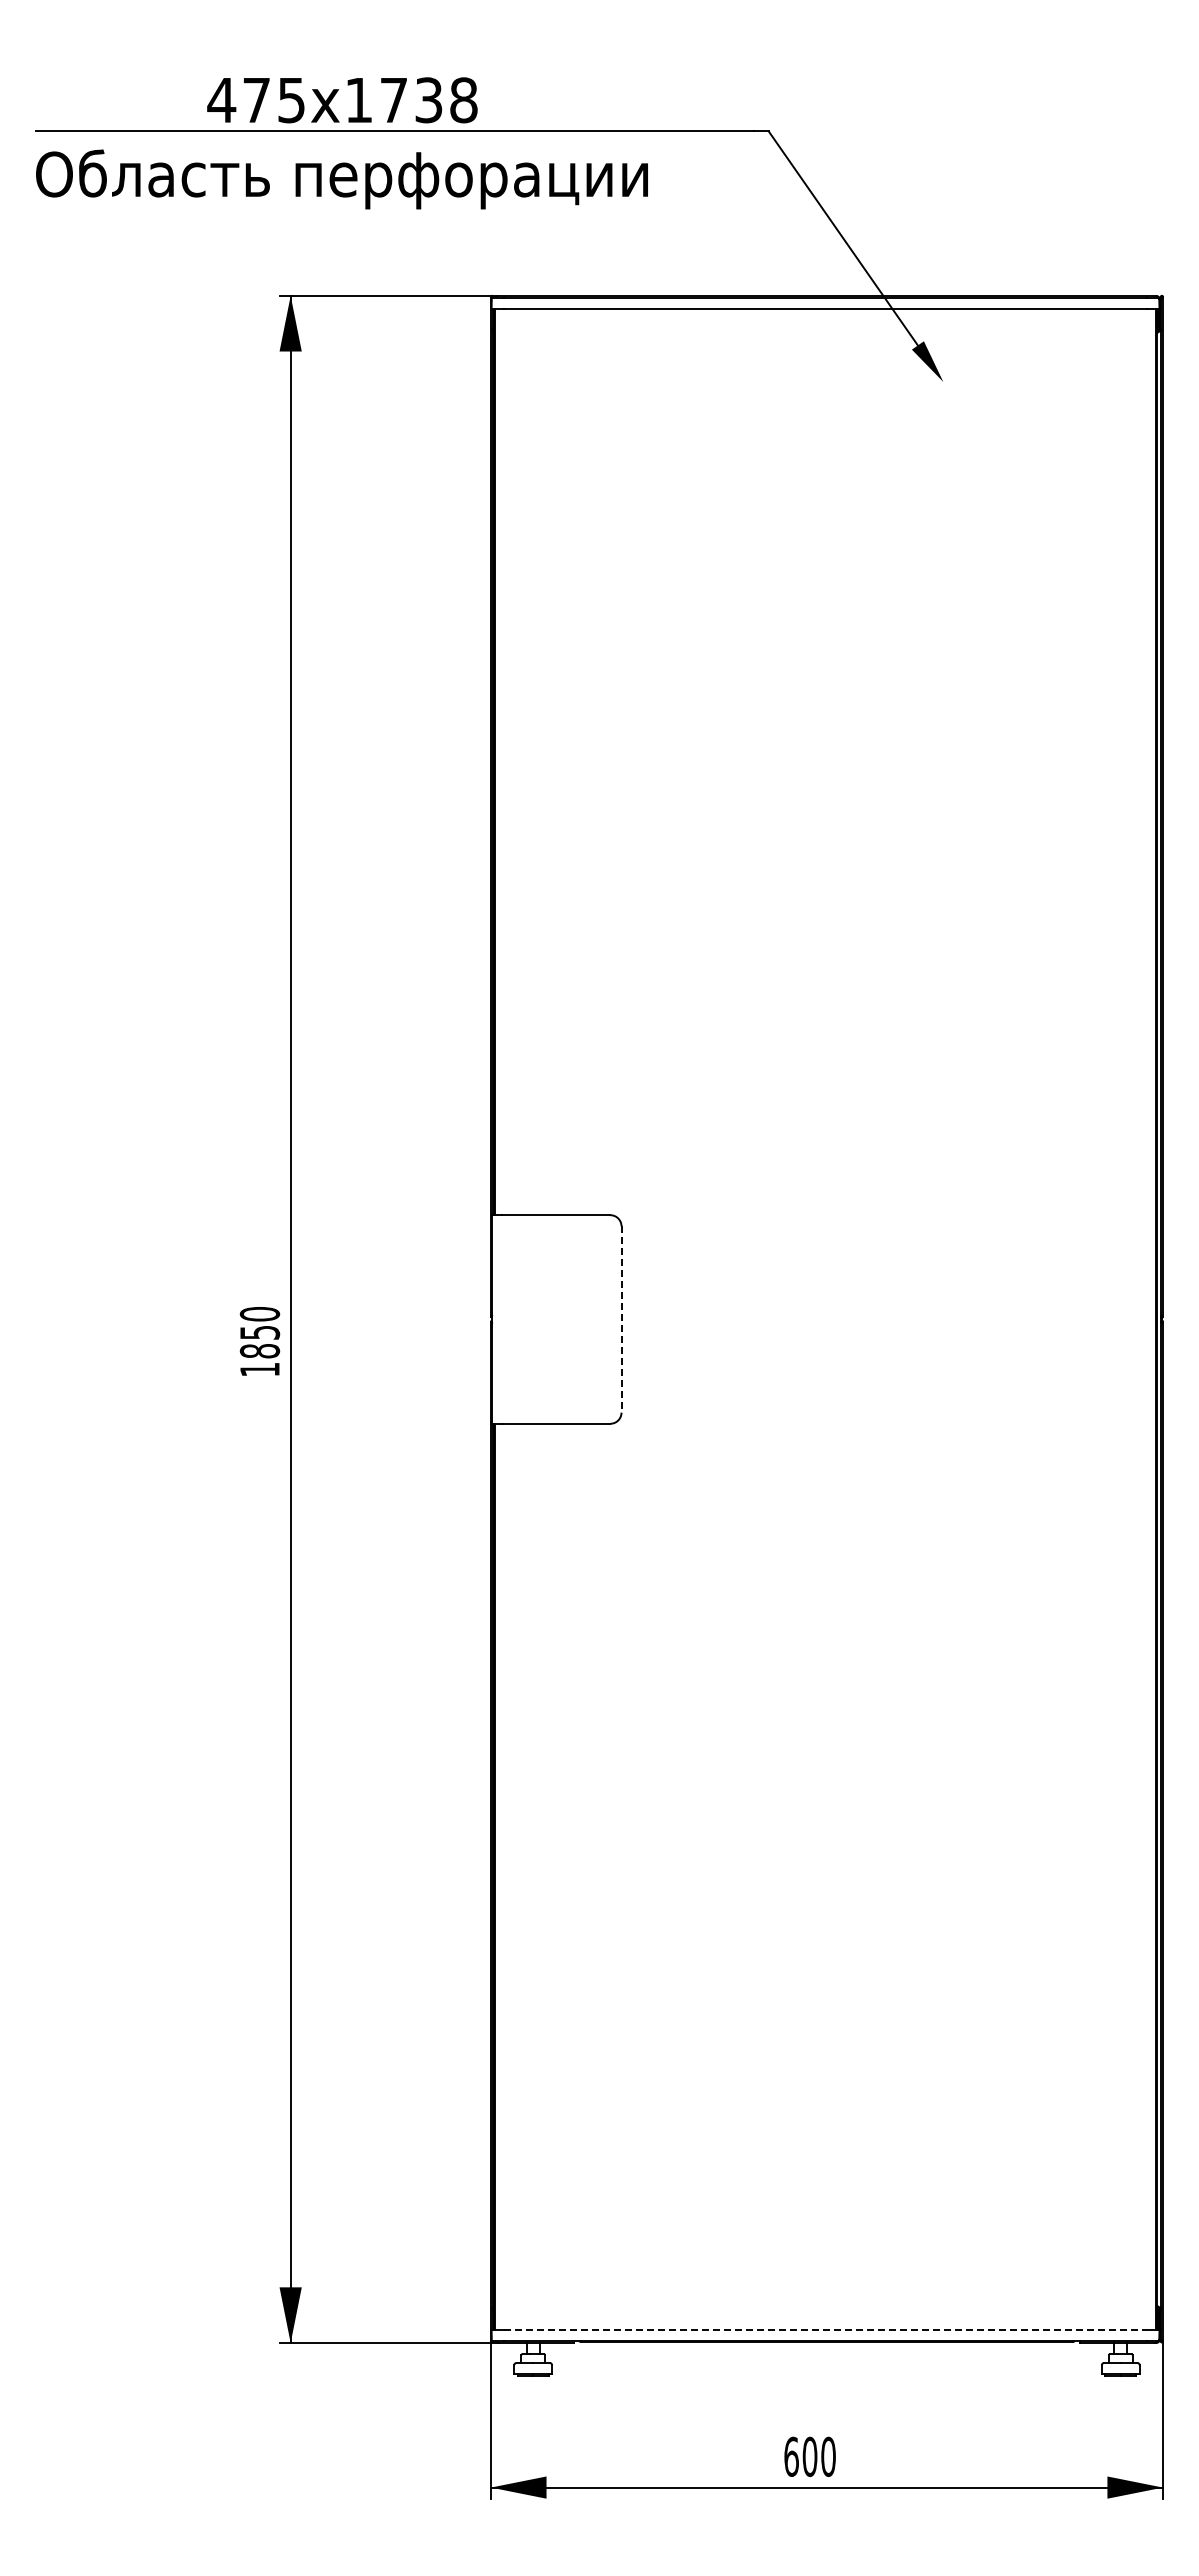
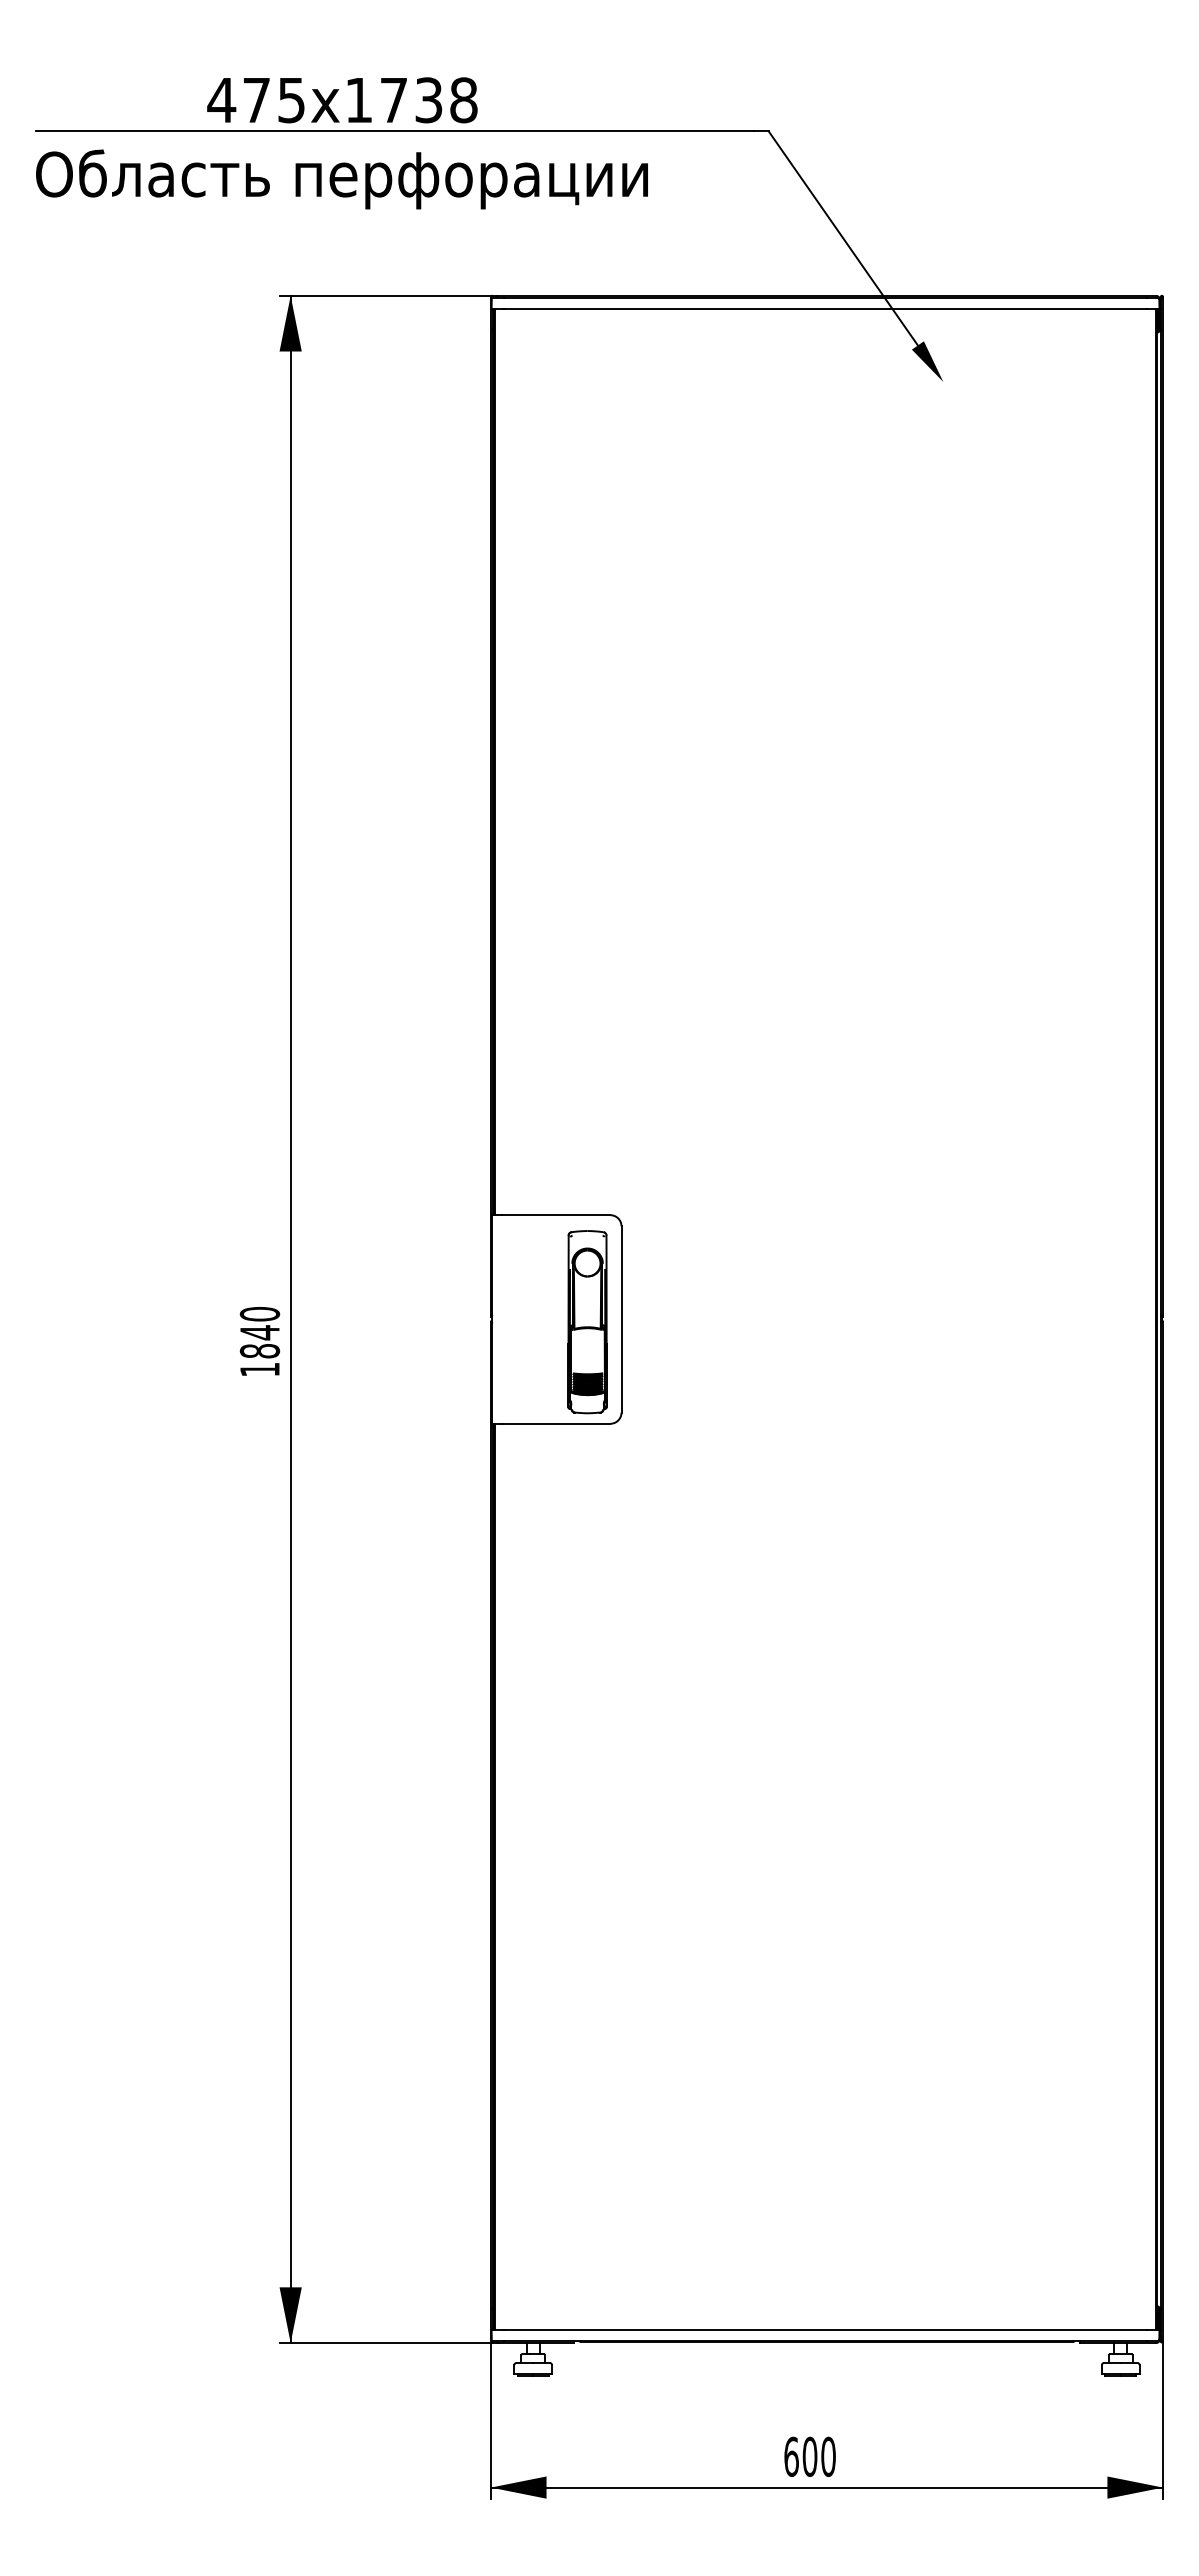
line at (621, 1319): dashed -> solid
part at (587, 1322): none -> present
text at (260, 1332): 1850 -> 1840
line at (826, 2330): dashed -> solid
